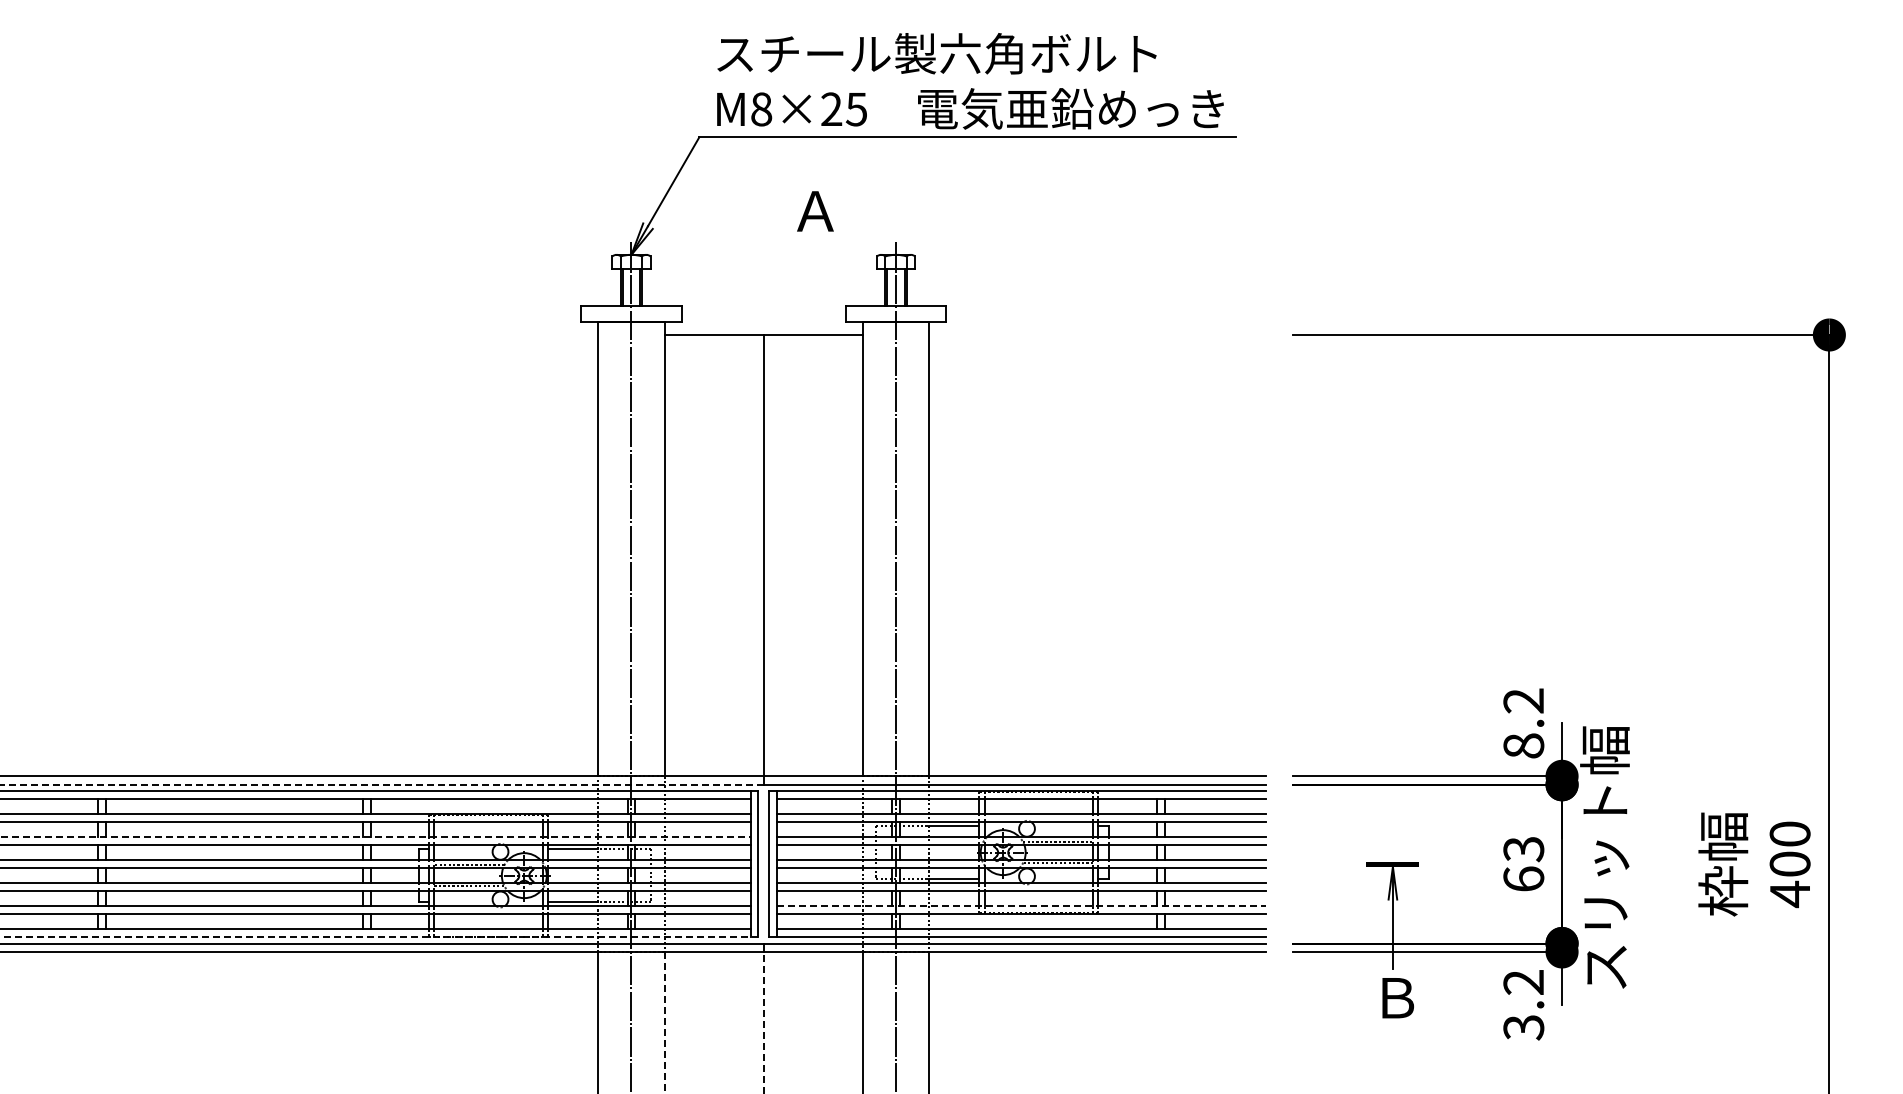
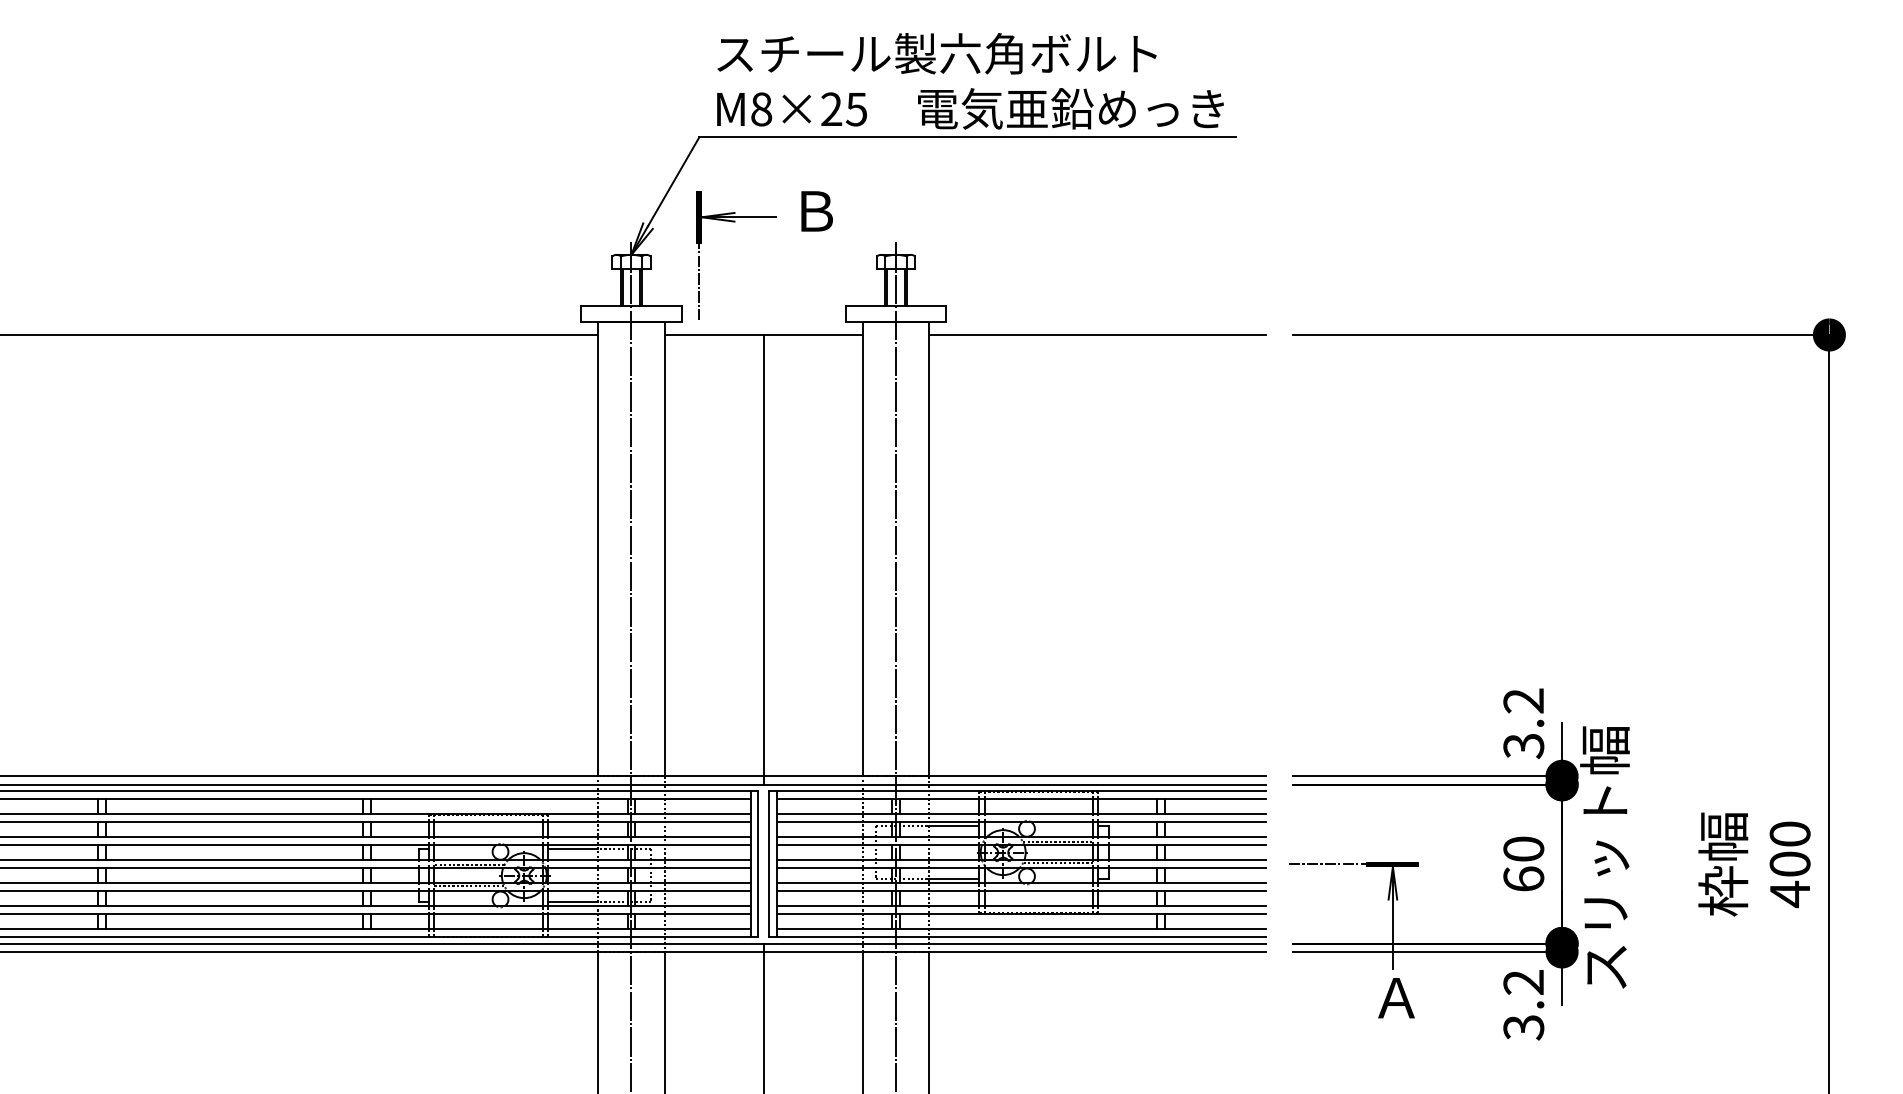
text at (815, 211): Ａ -> Ｂ
part at (735, 222): none -> present
line at (300, 335): none -> present
line at (1097, 335): none -> present
text at (1523, 746): 8.2 -> 3.2
line at (381, 784): dashed -> solid
line at (375, 837): dashed -> solid
text at (1523, 849): 63 -> 60
line at (1340, 864): none -> present
line at (1021, 906): dashed -> solid
line at (379, 936): dashed -> solid
text at (1396, 998): Ｂ -> Ａ
line at (763, 1018): dashed -> solid
line at (664, 1022): dashed -> solid
